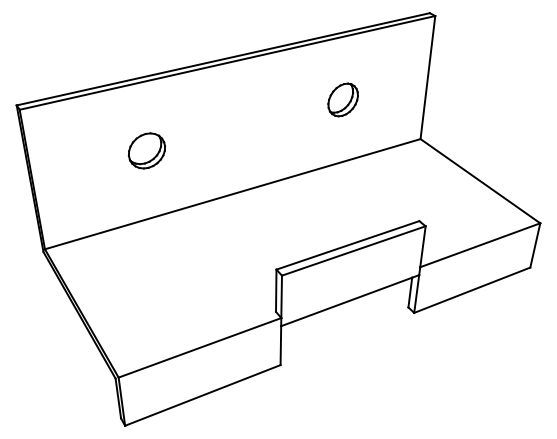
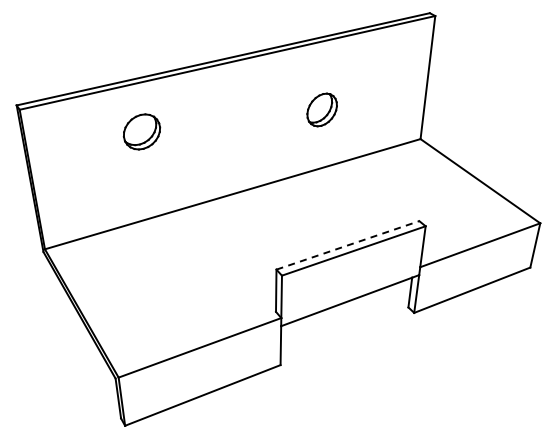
part at (342, 99) position: (342, 99) -> (321, 109)
part at (146, 150) position: (146, 150) -> (141, 131)
line at (348, 245): solid -> dashed
